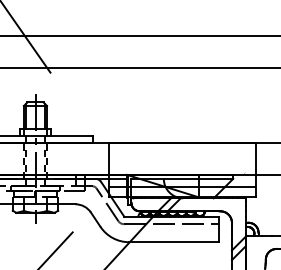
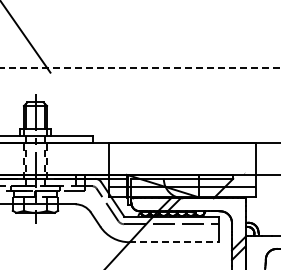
line at (139, 35): present -> none
line at (140, 67): solid -> dashed
line at (174, 242): solid -> dashed
line at (56, 249): present -> none
